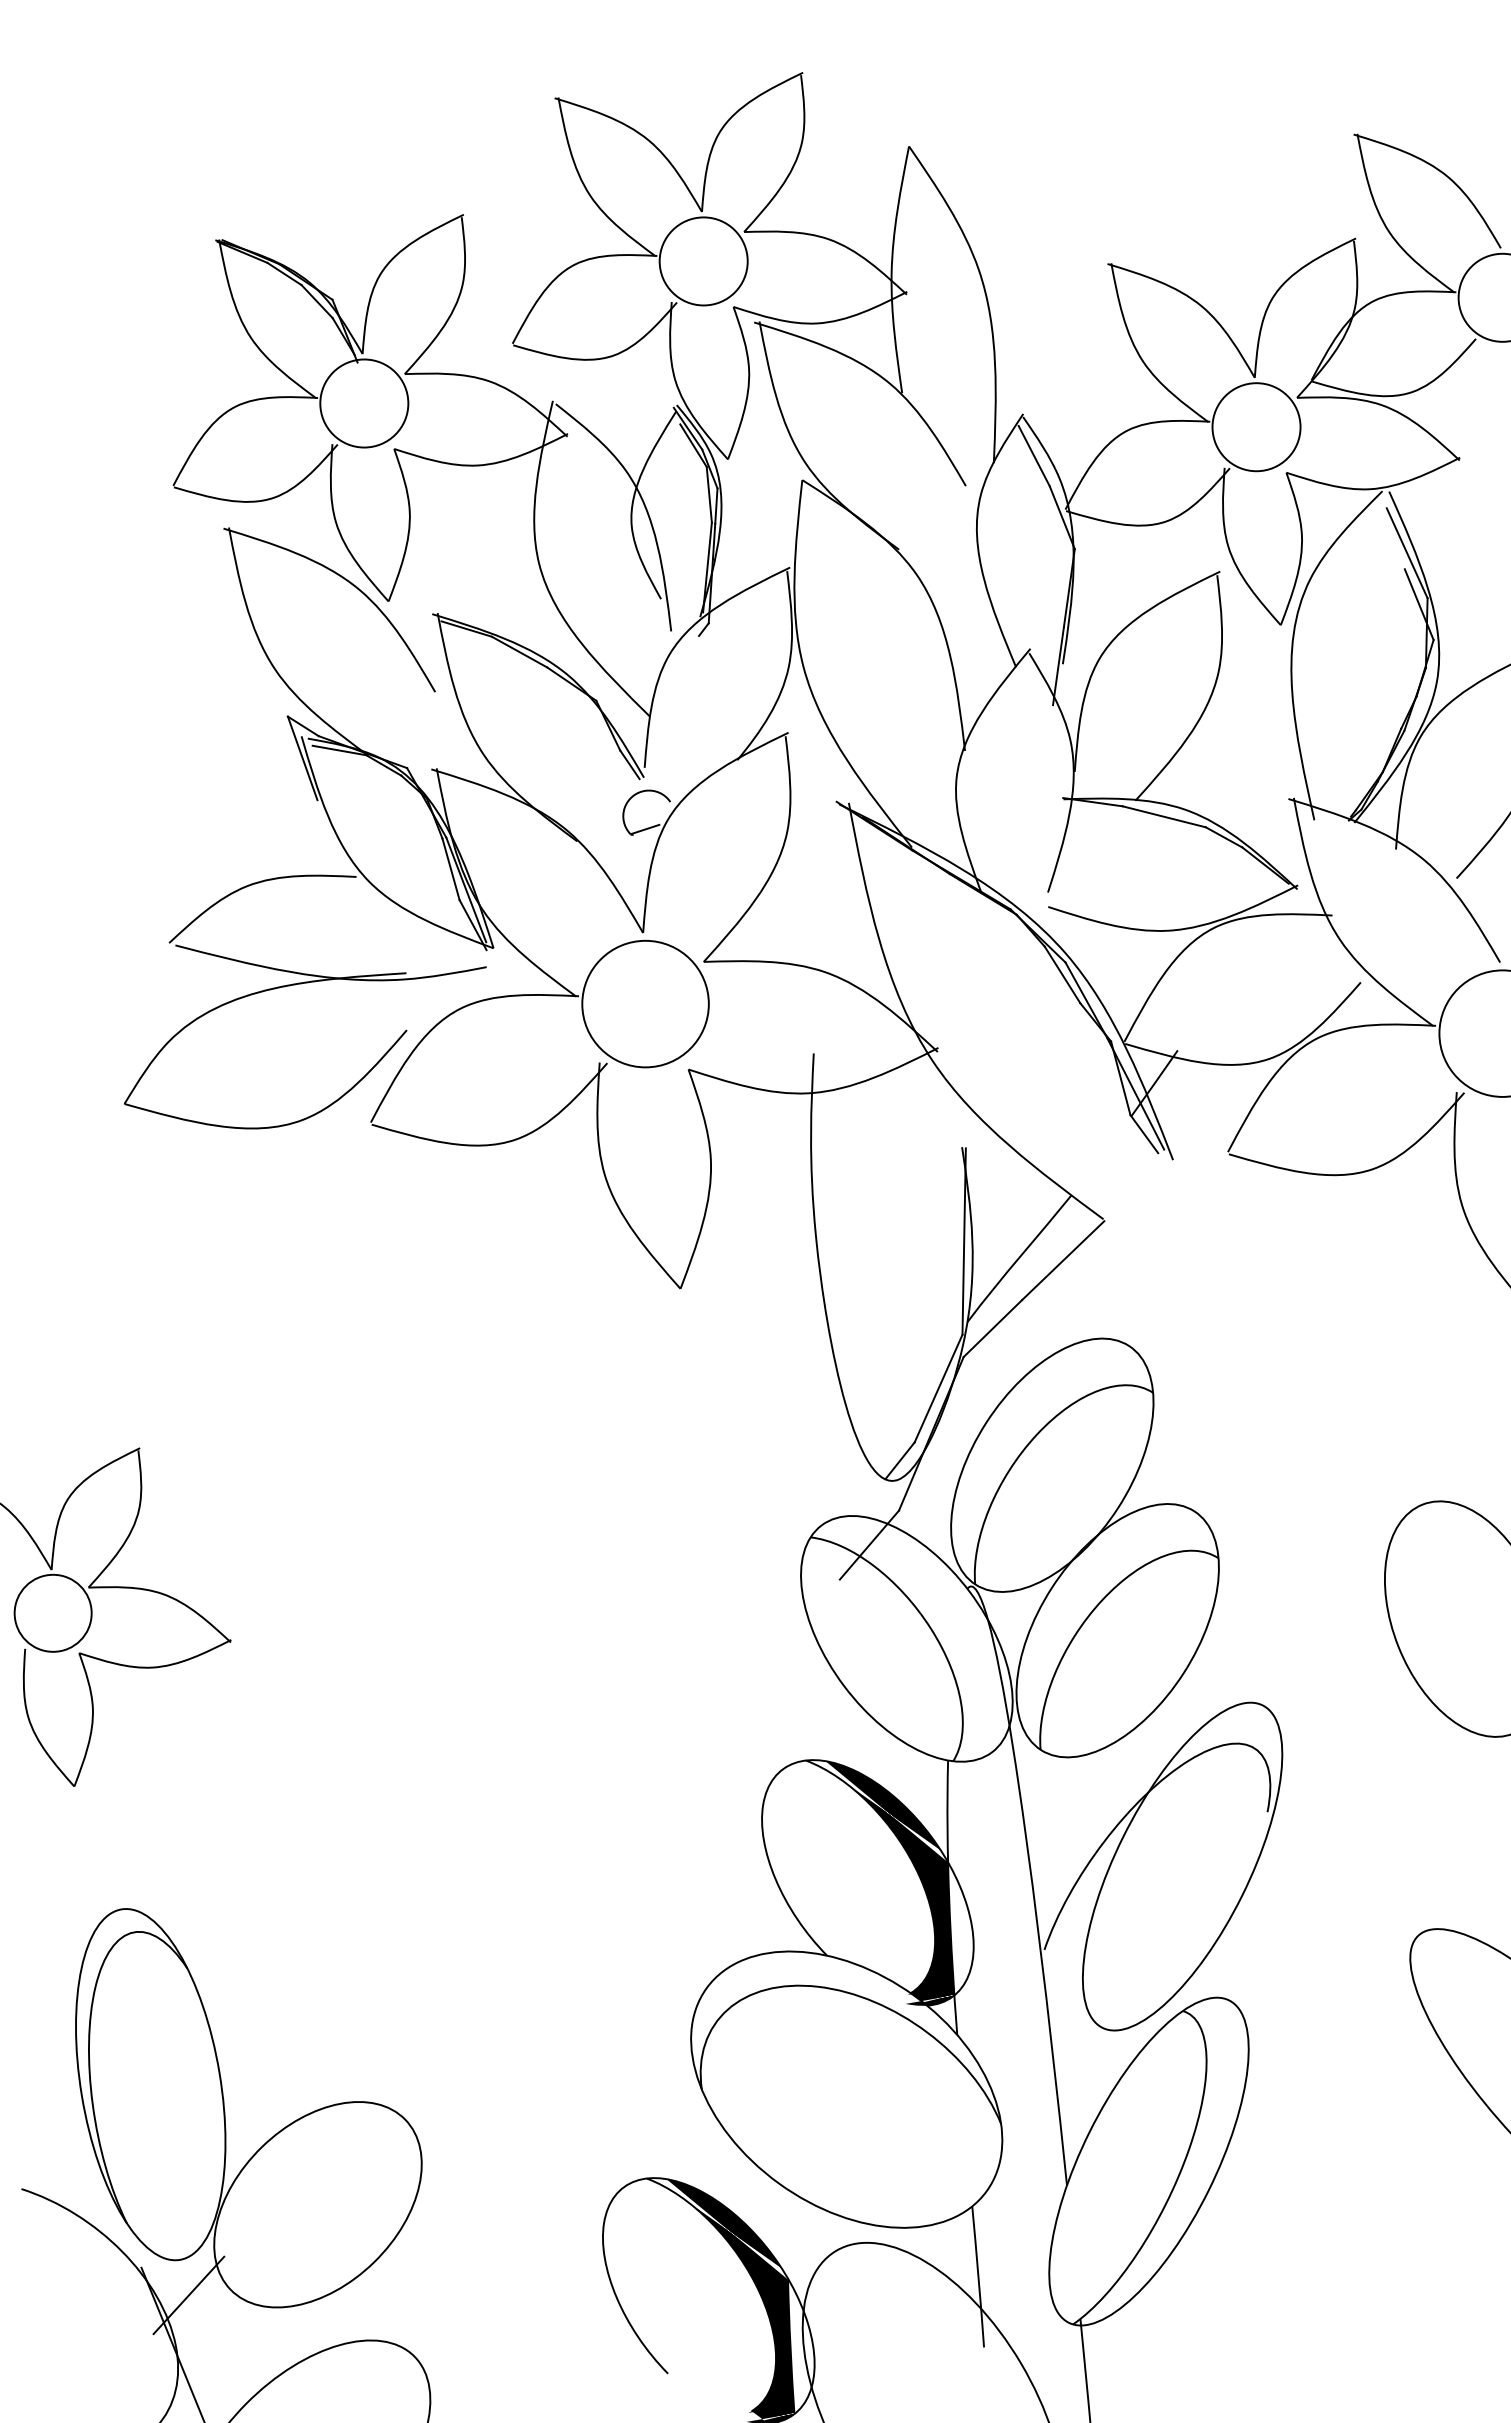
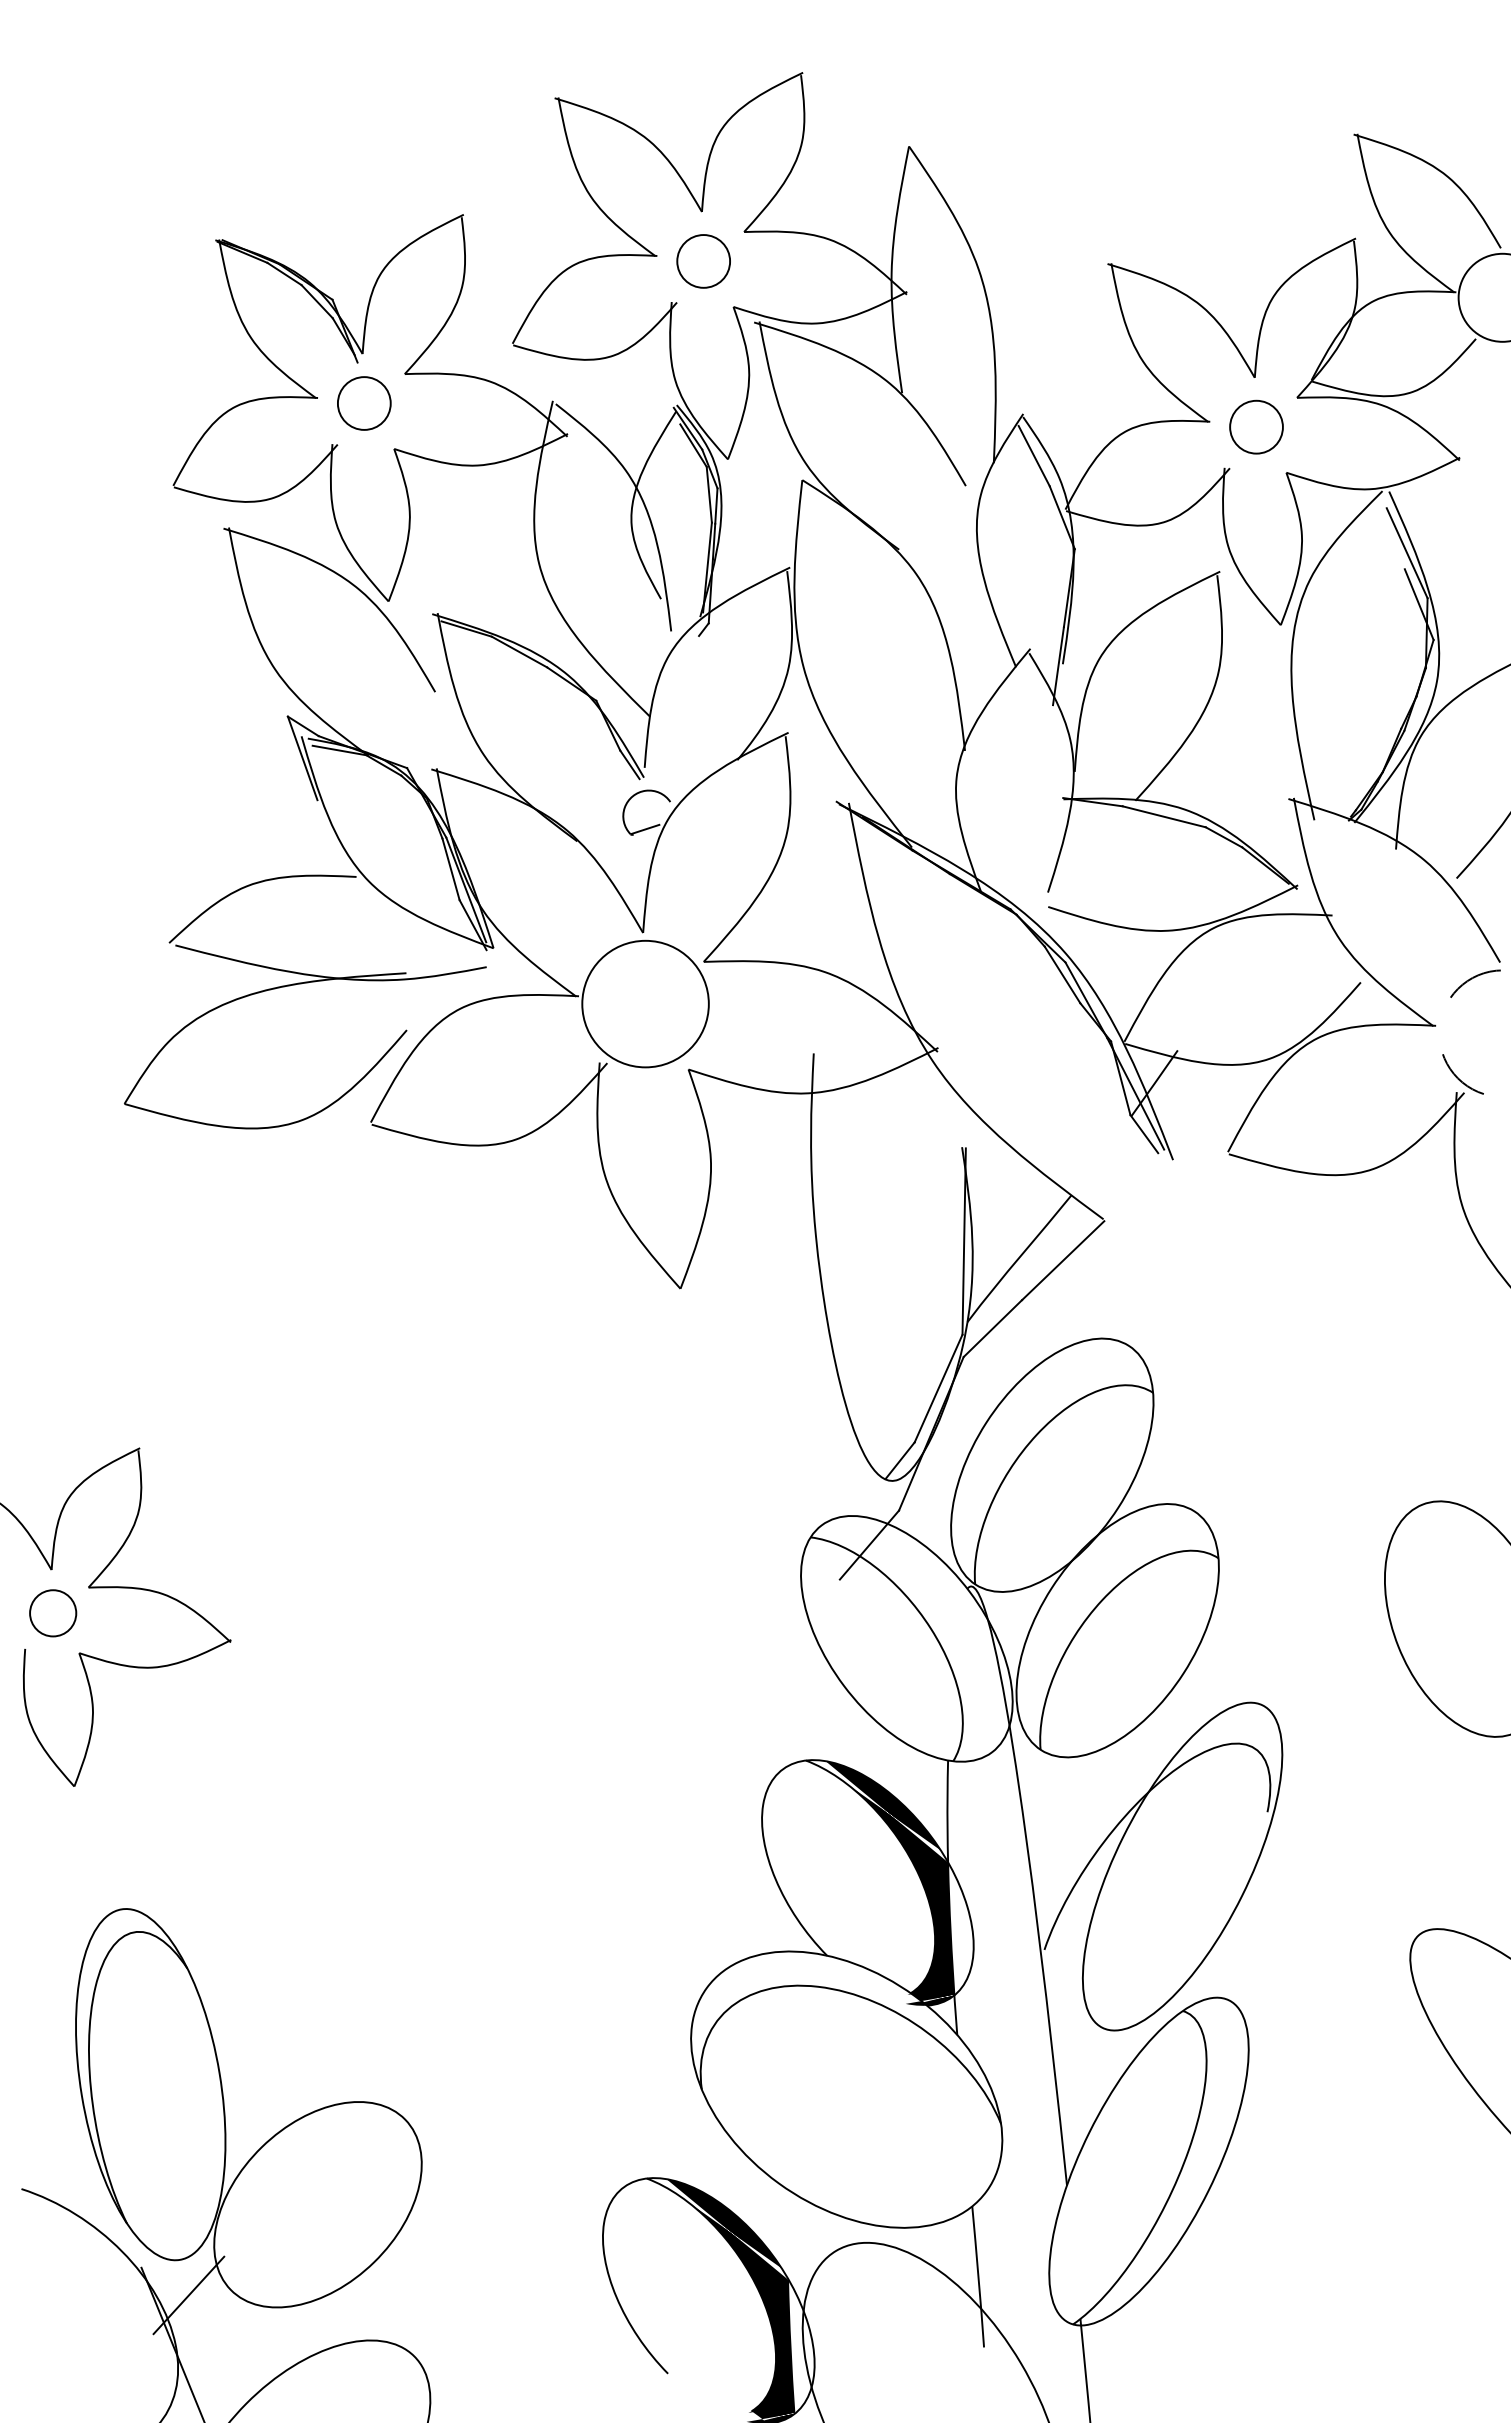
circle at (703, 261) diameter: 88 px -> 53 px
circle at (364, 403) diameter: 88 px -> 53 px
circle at (1256, 427) diameter: 88 px -> 53 px
circle at (1474, 1033): solid -> dashed
circle at (52, 1612) diameter: 77 px -> 46 px
